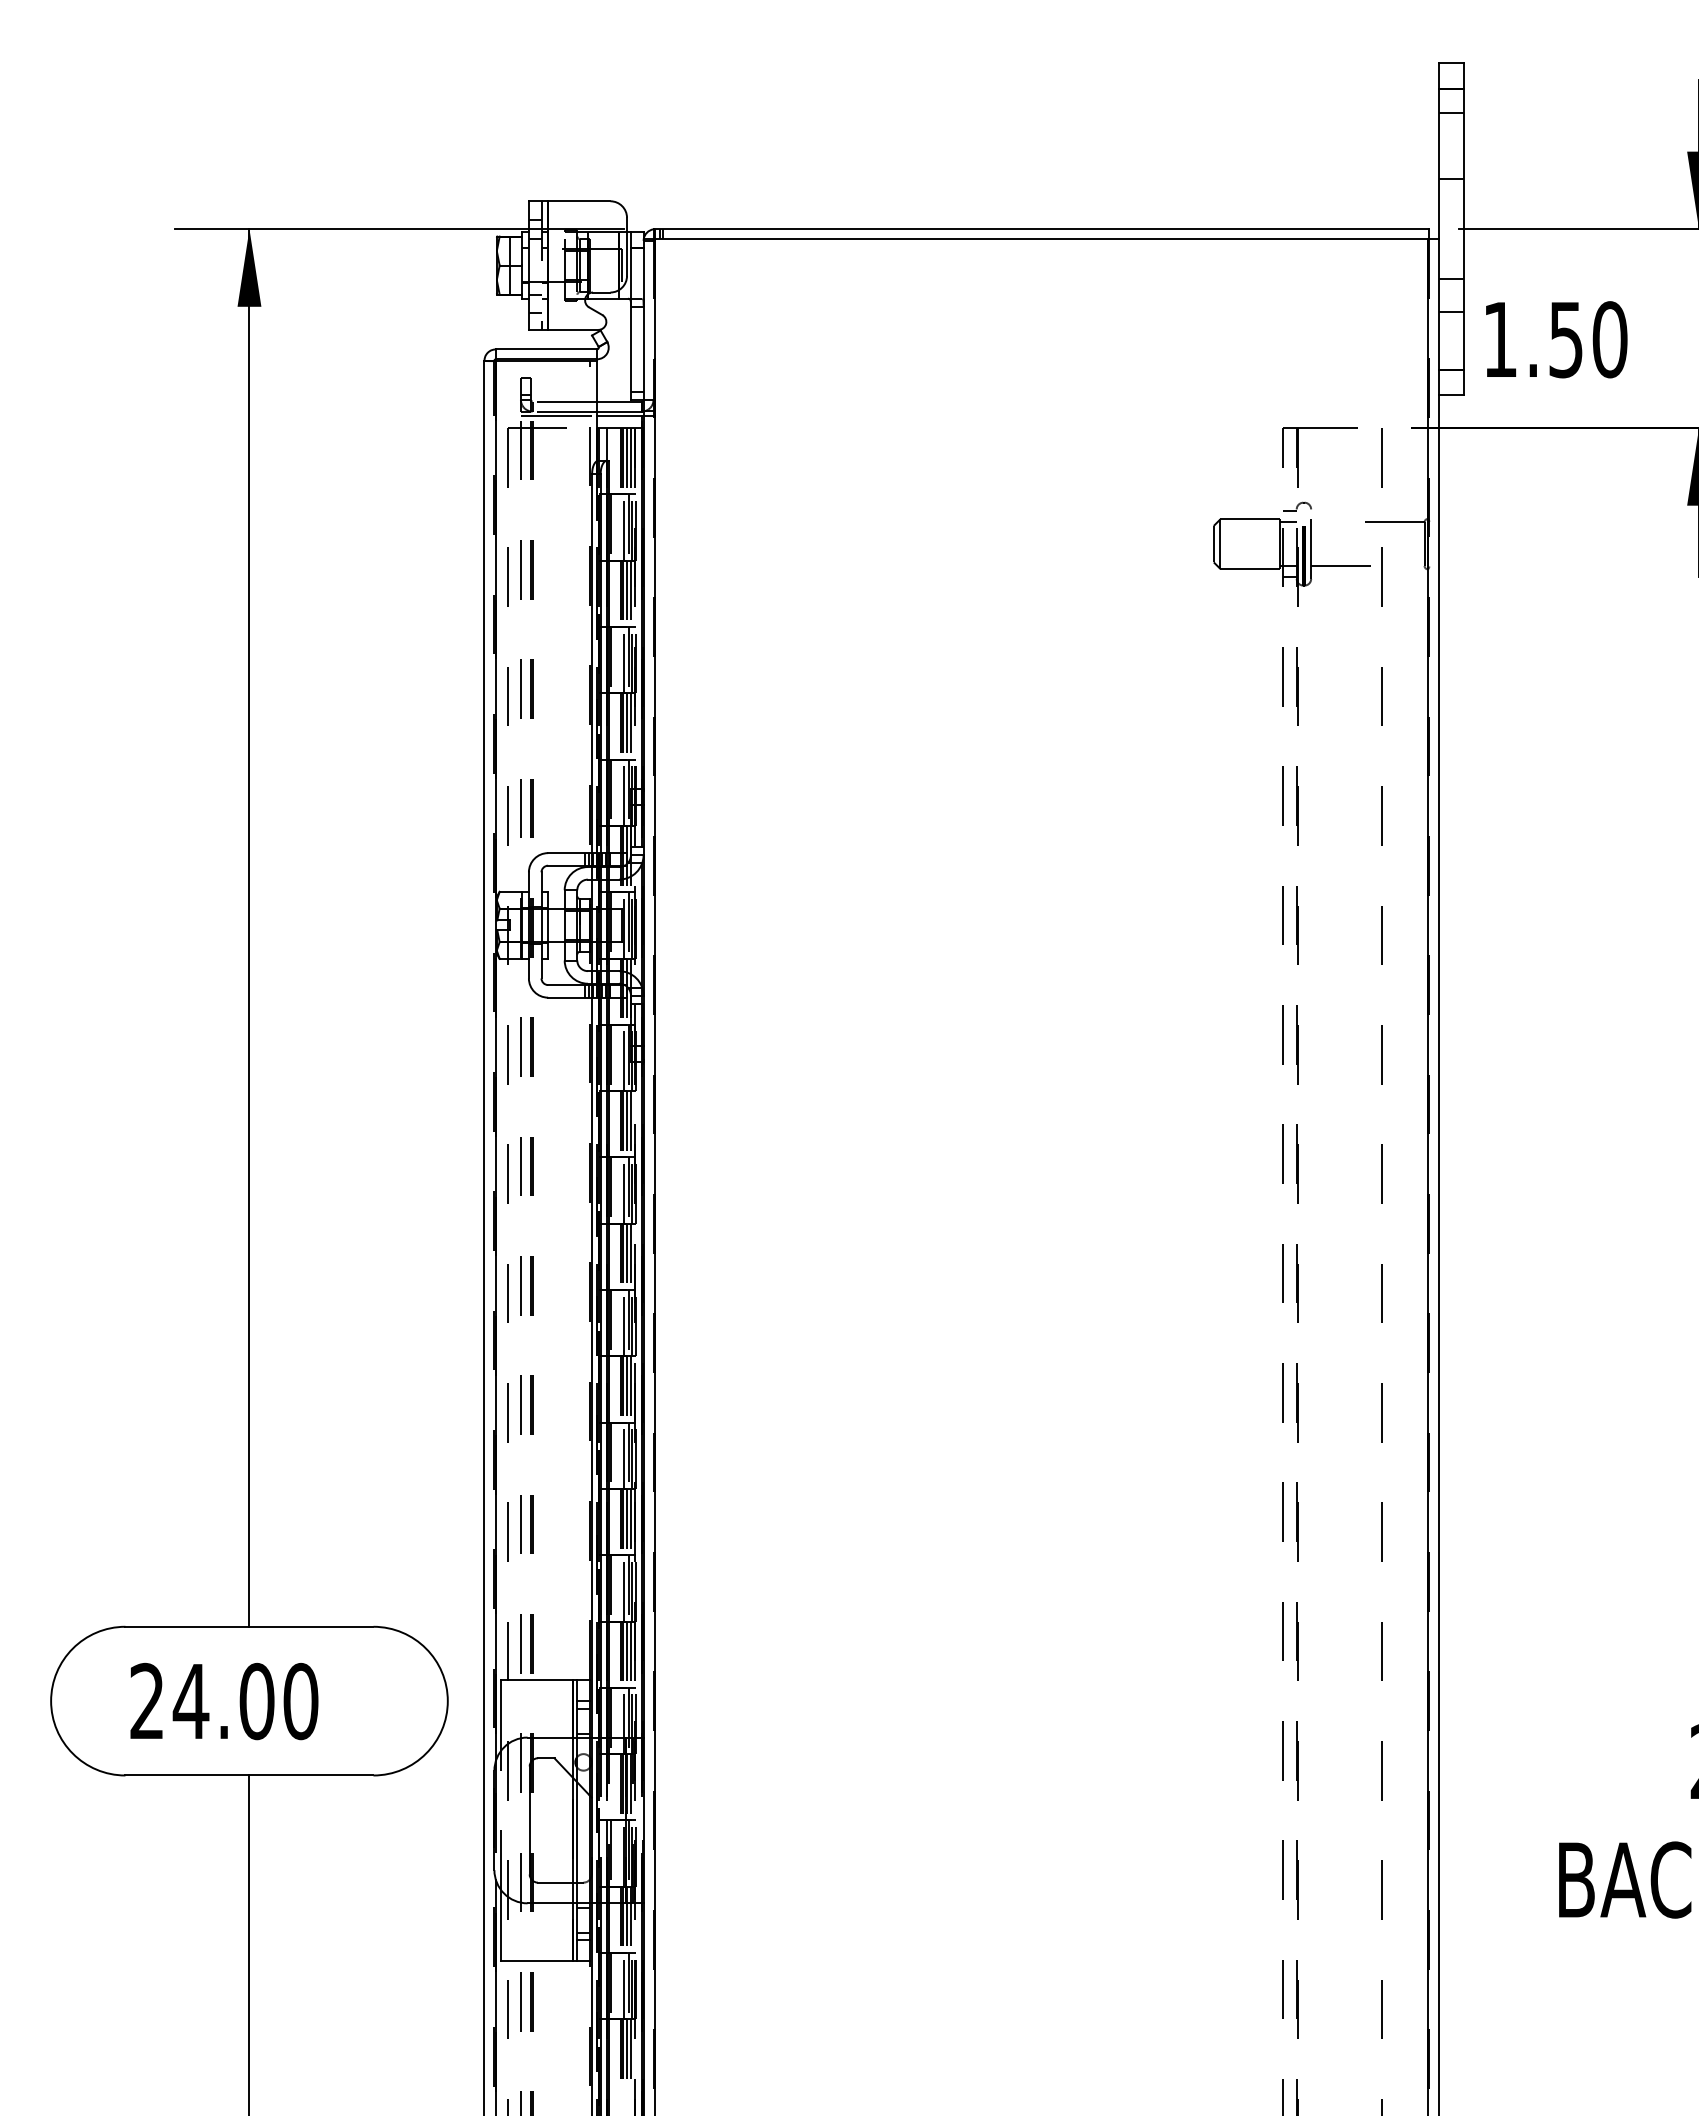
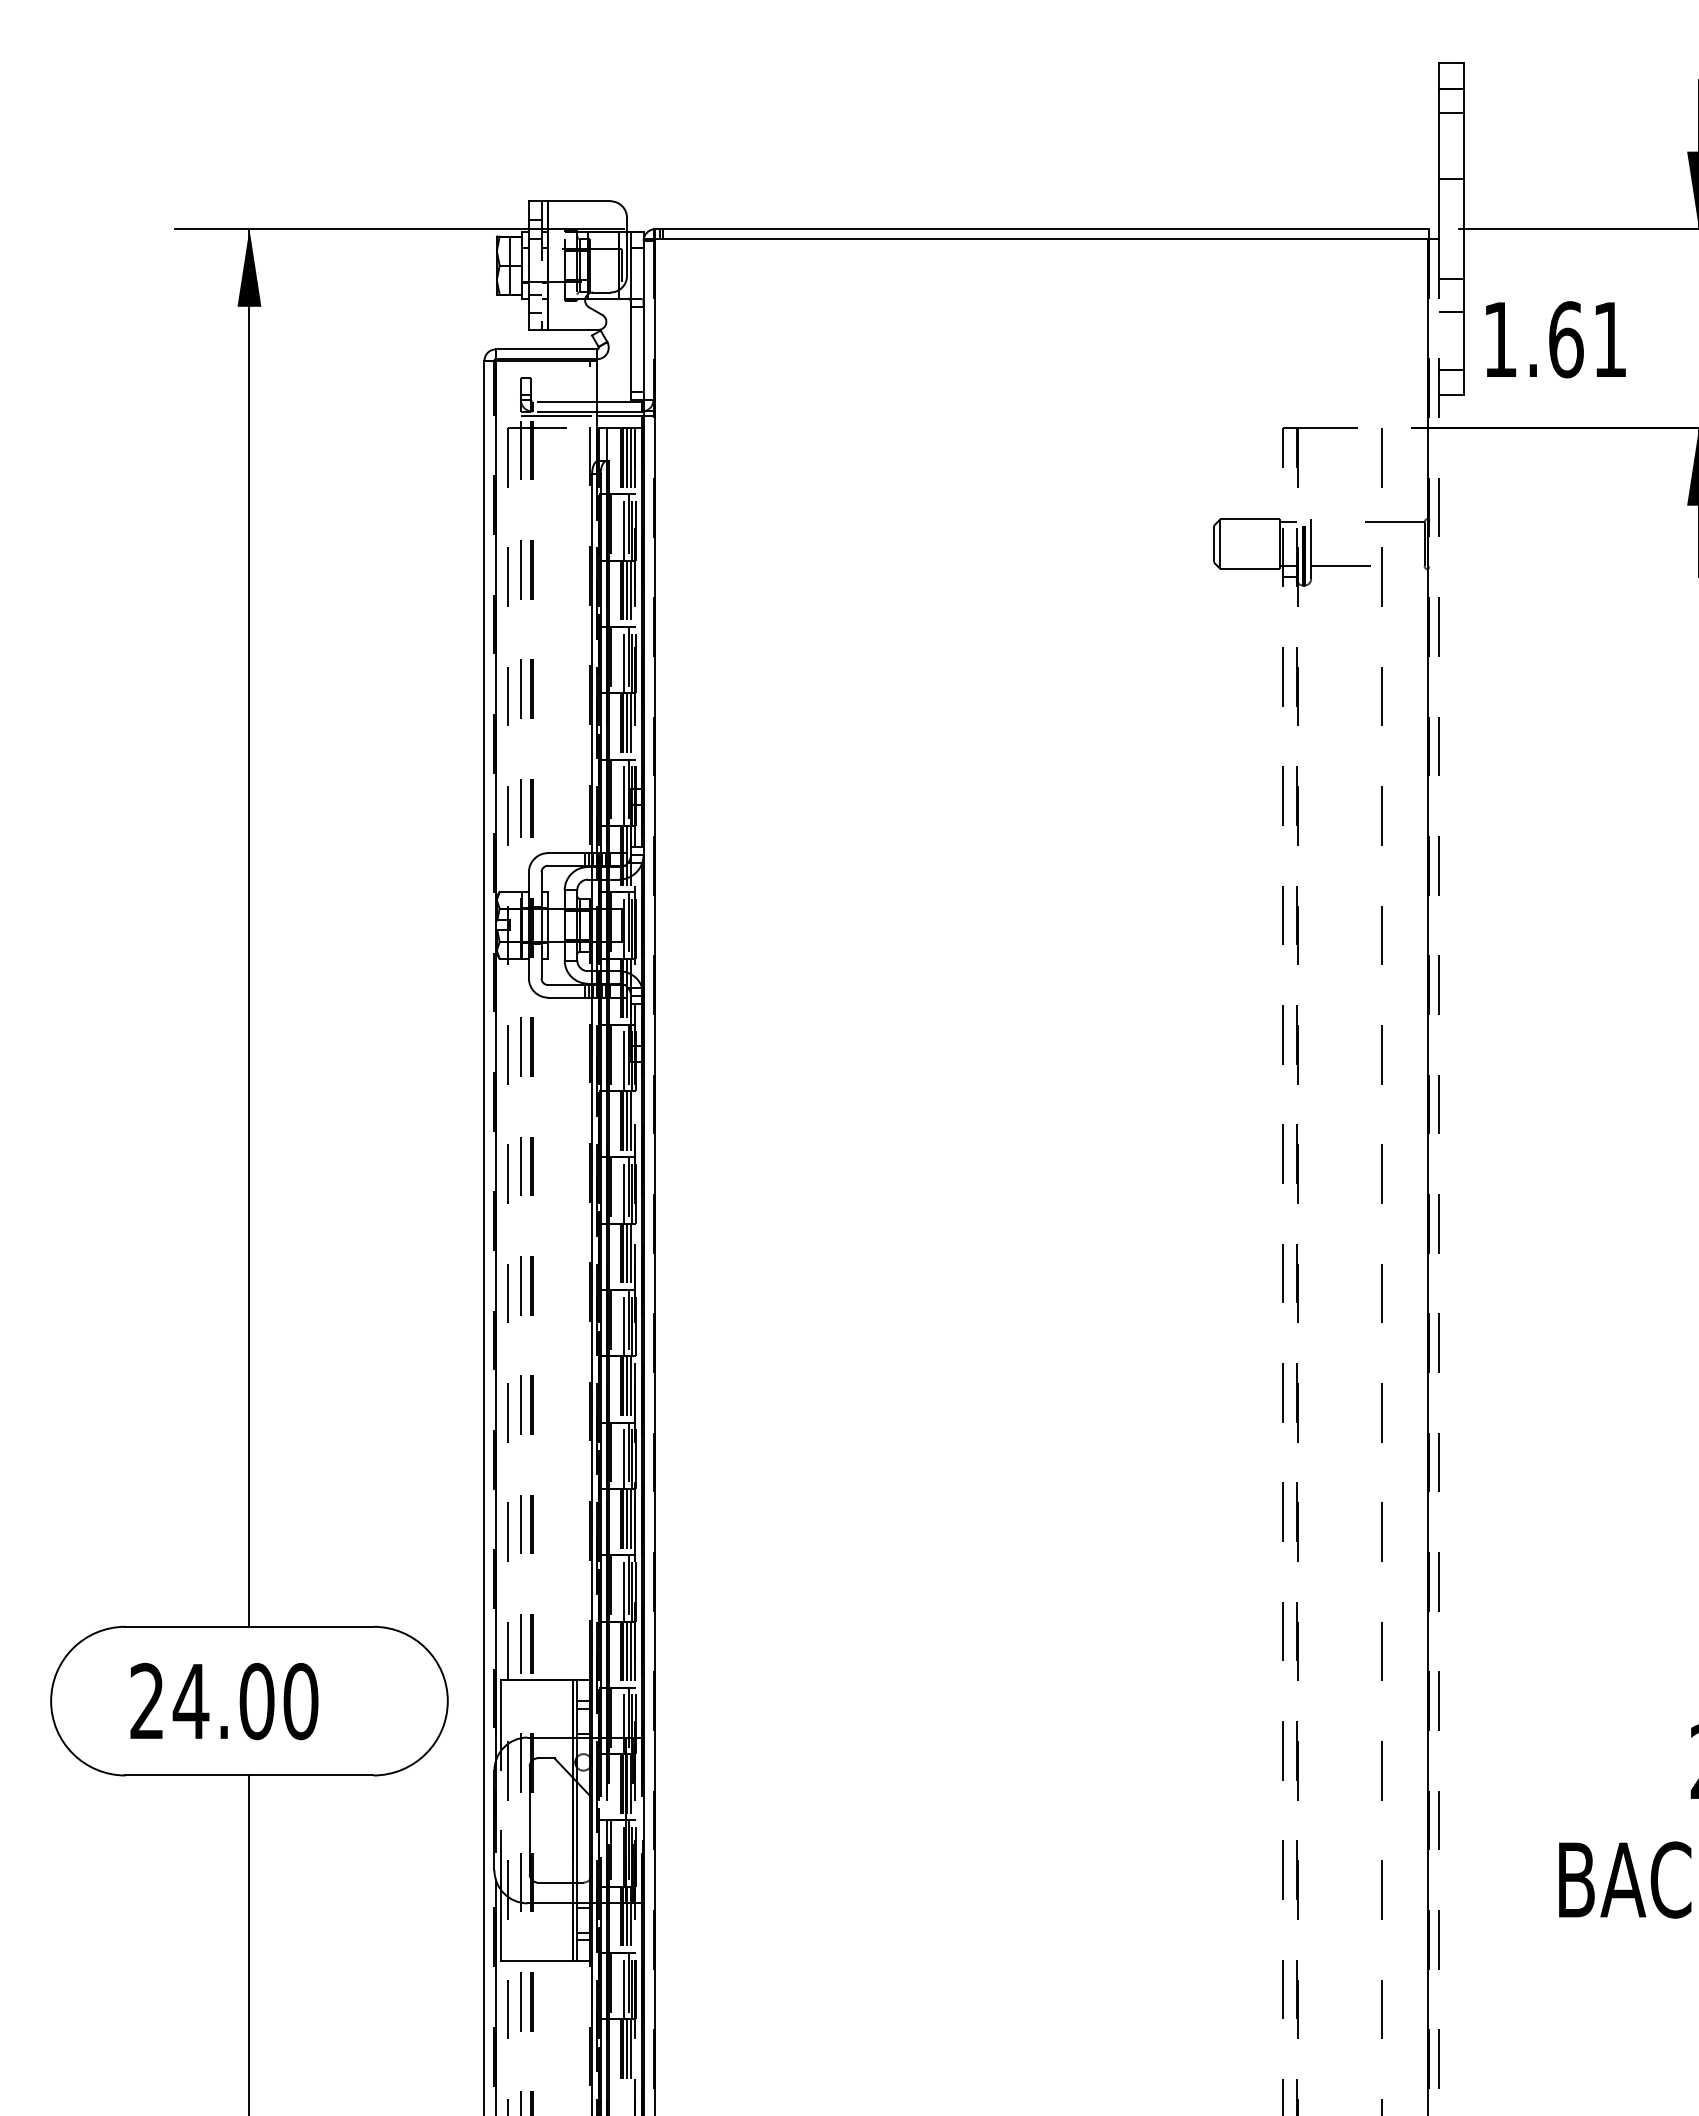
text at (1588, 339): 1.50 -> 1.61
part at (1297, 506): present -> none
line at (1439, 1178): solid -> dashed
